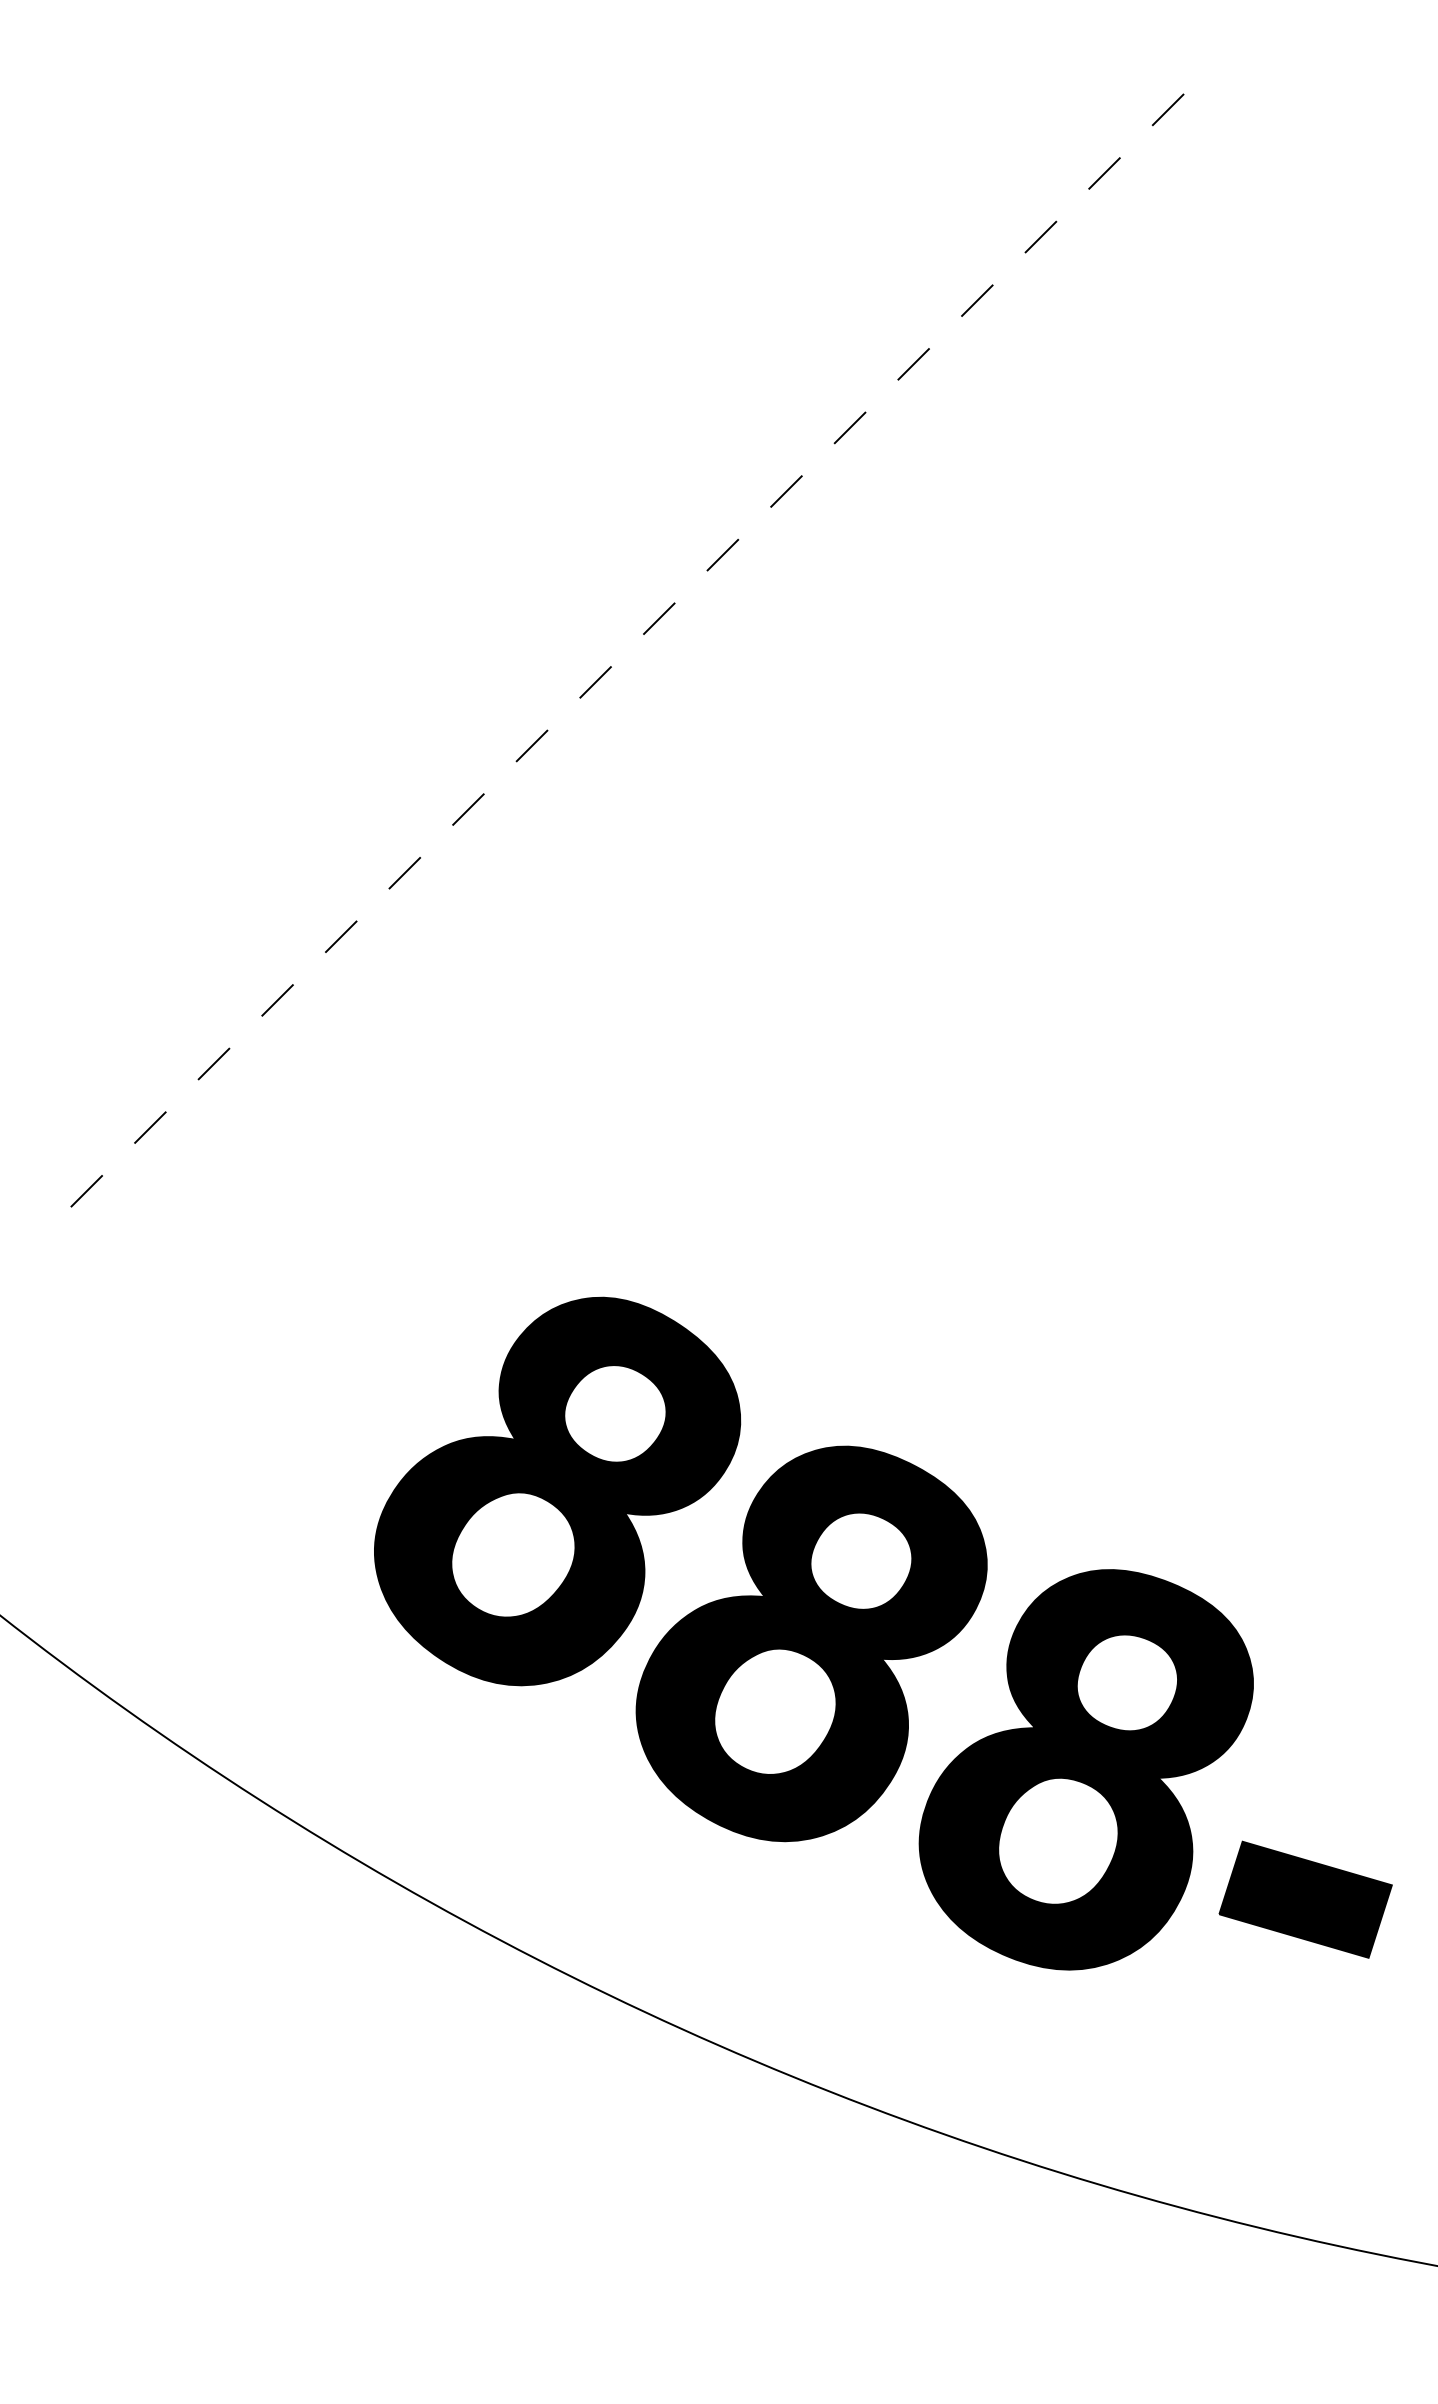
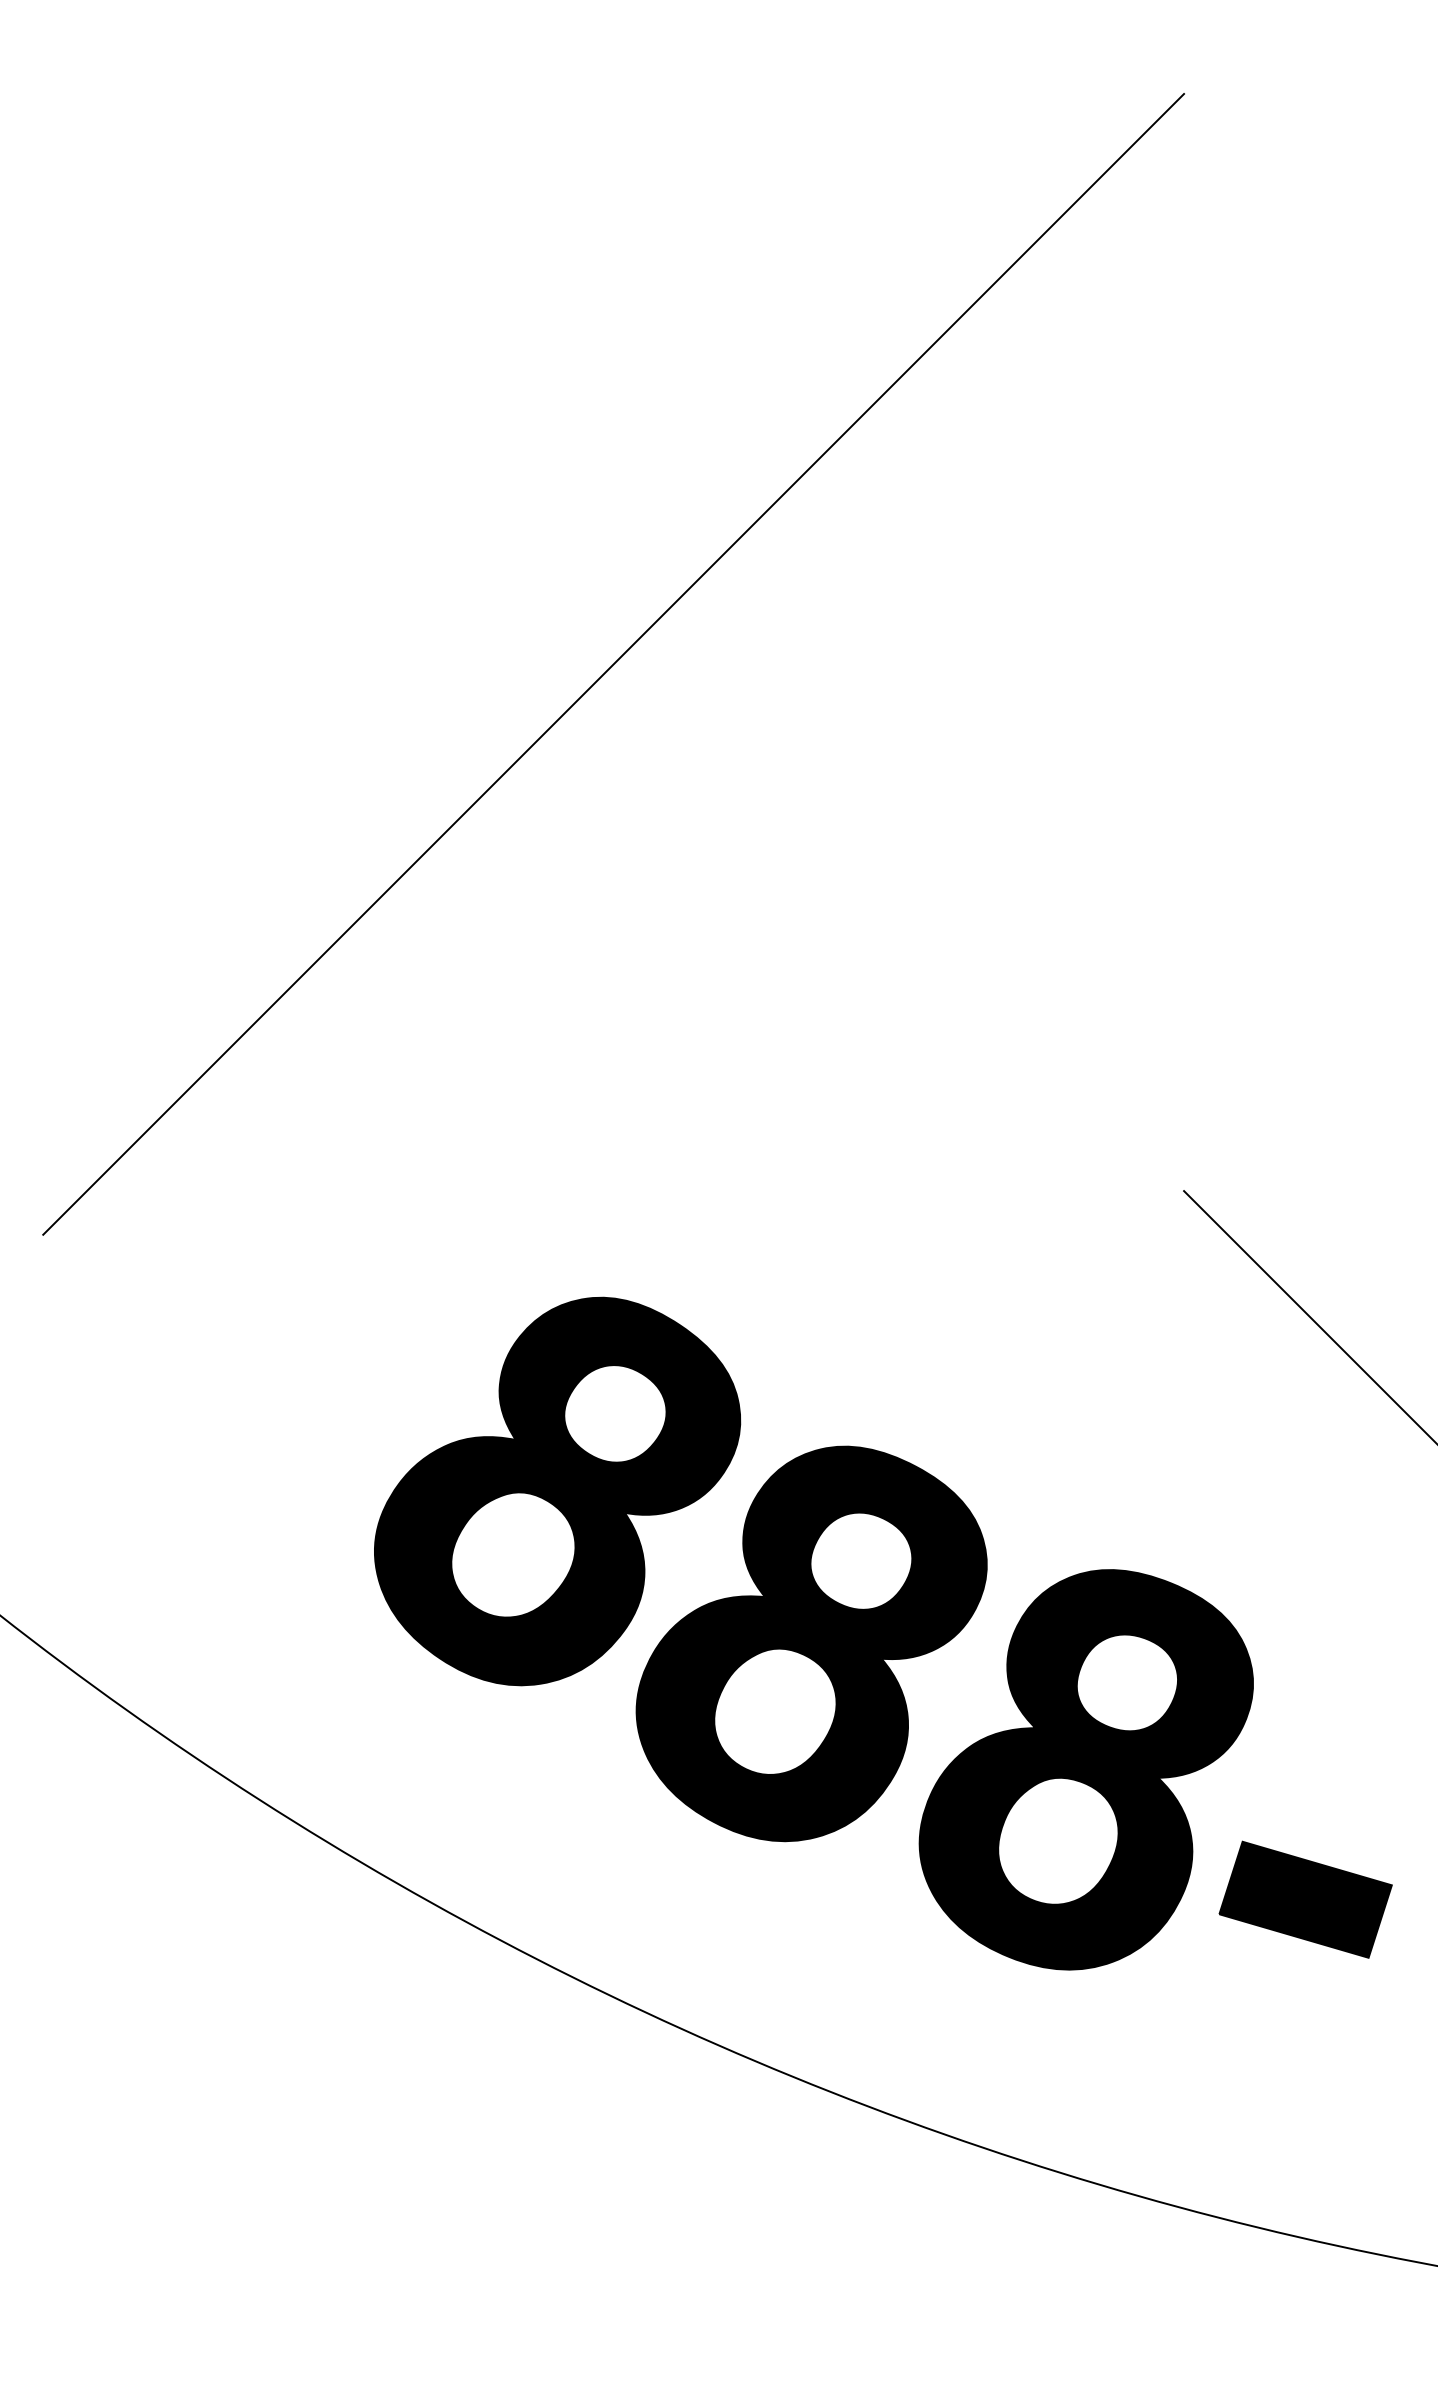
line at (613, 664): dashed -> solid
line at (1309, 1316): none -> present
